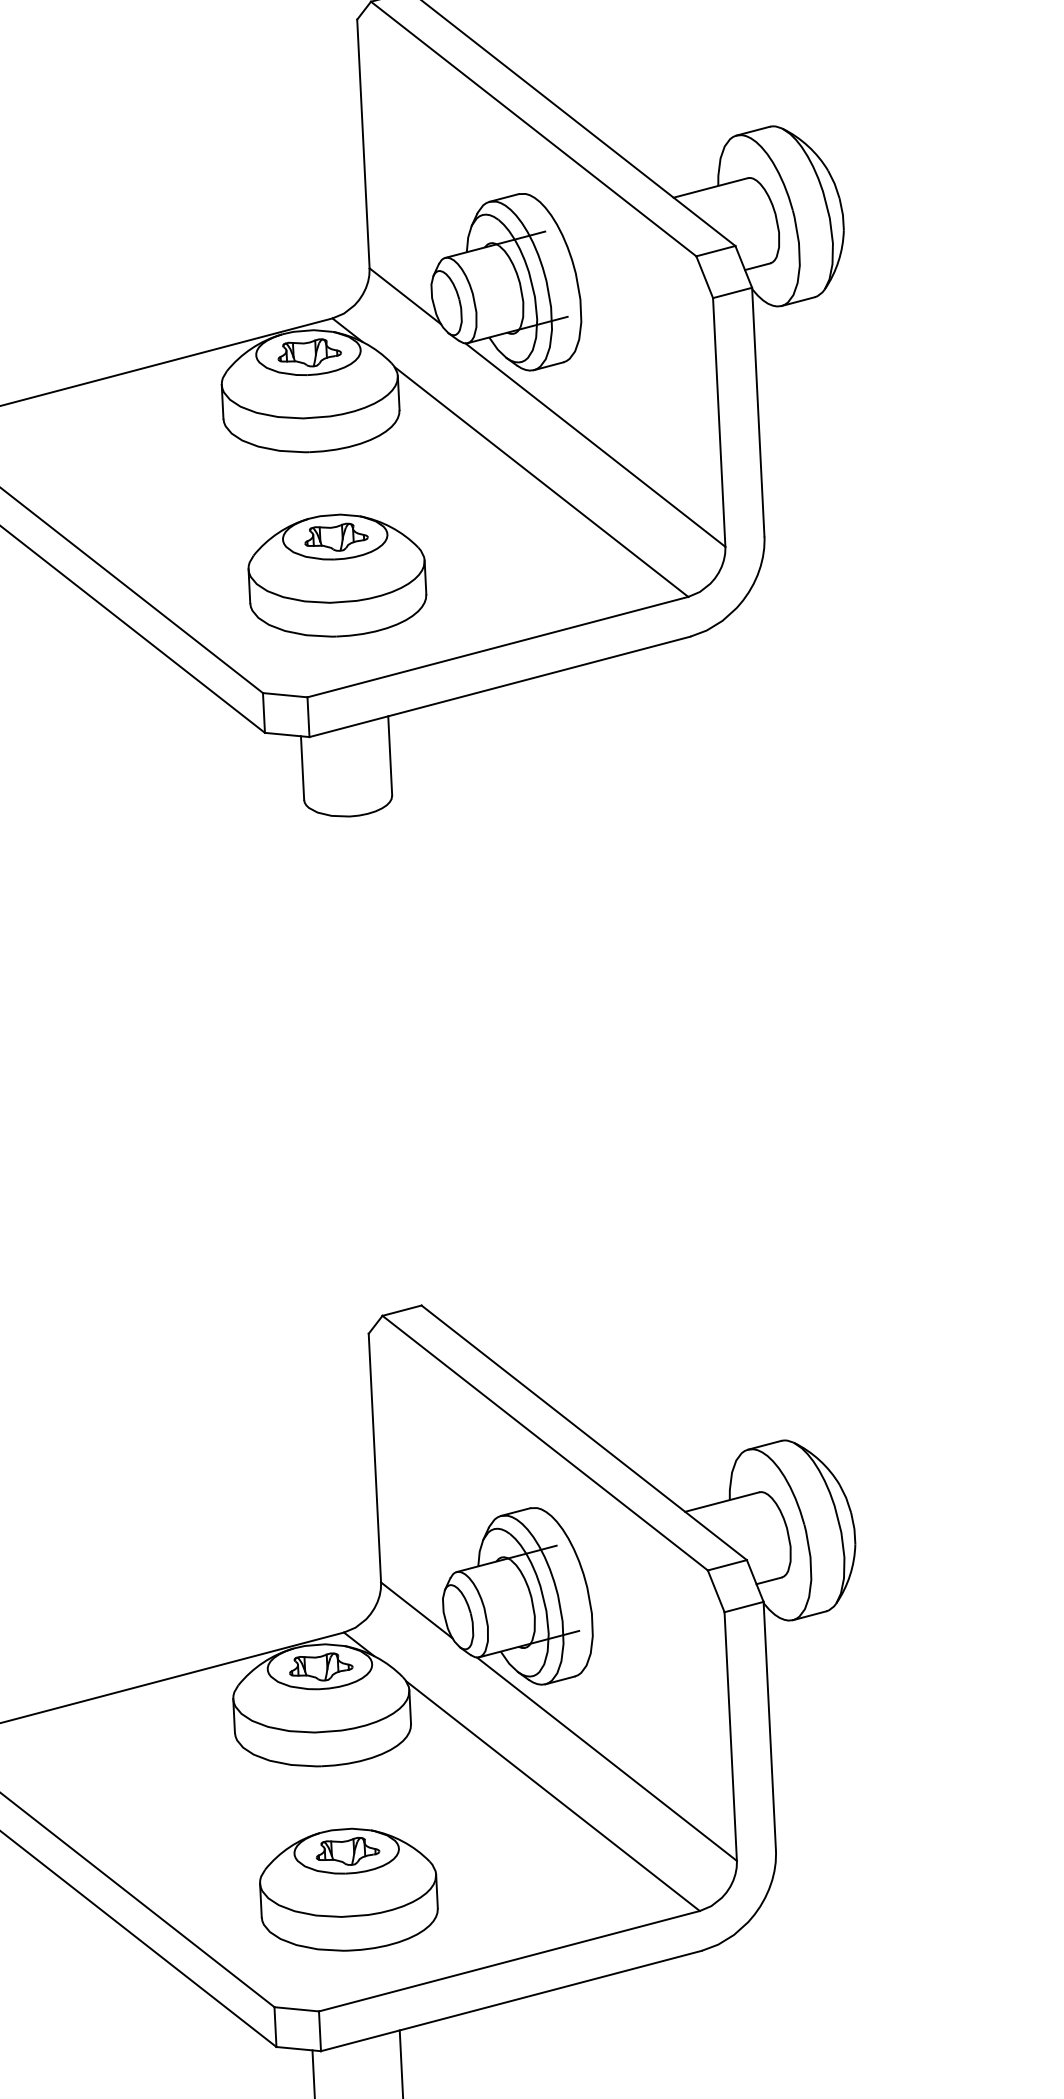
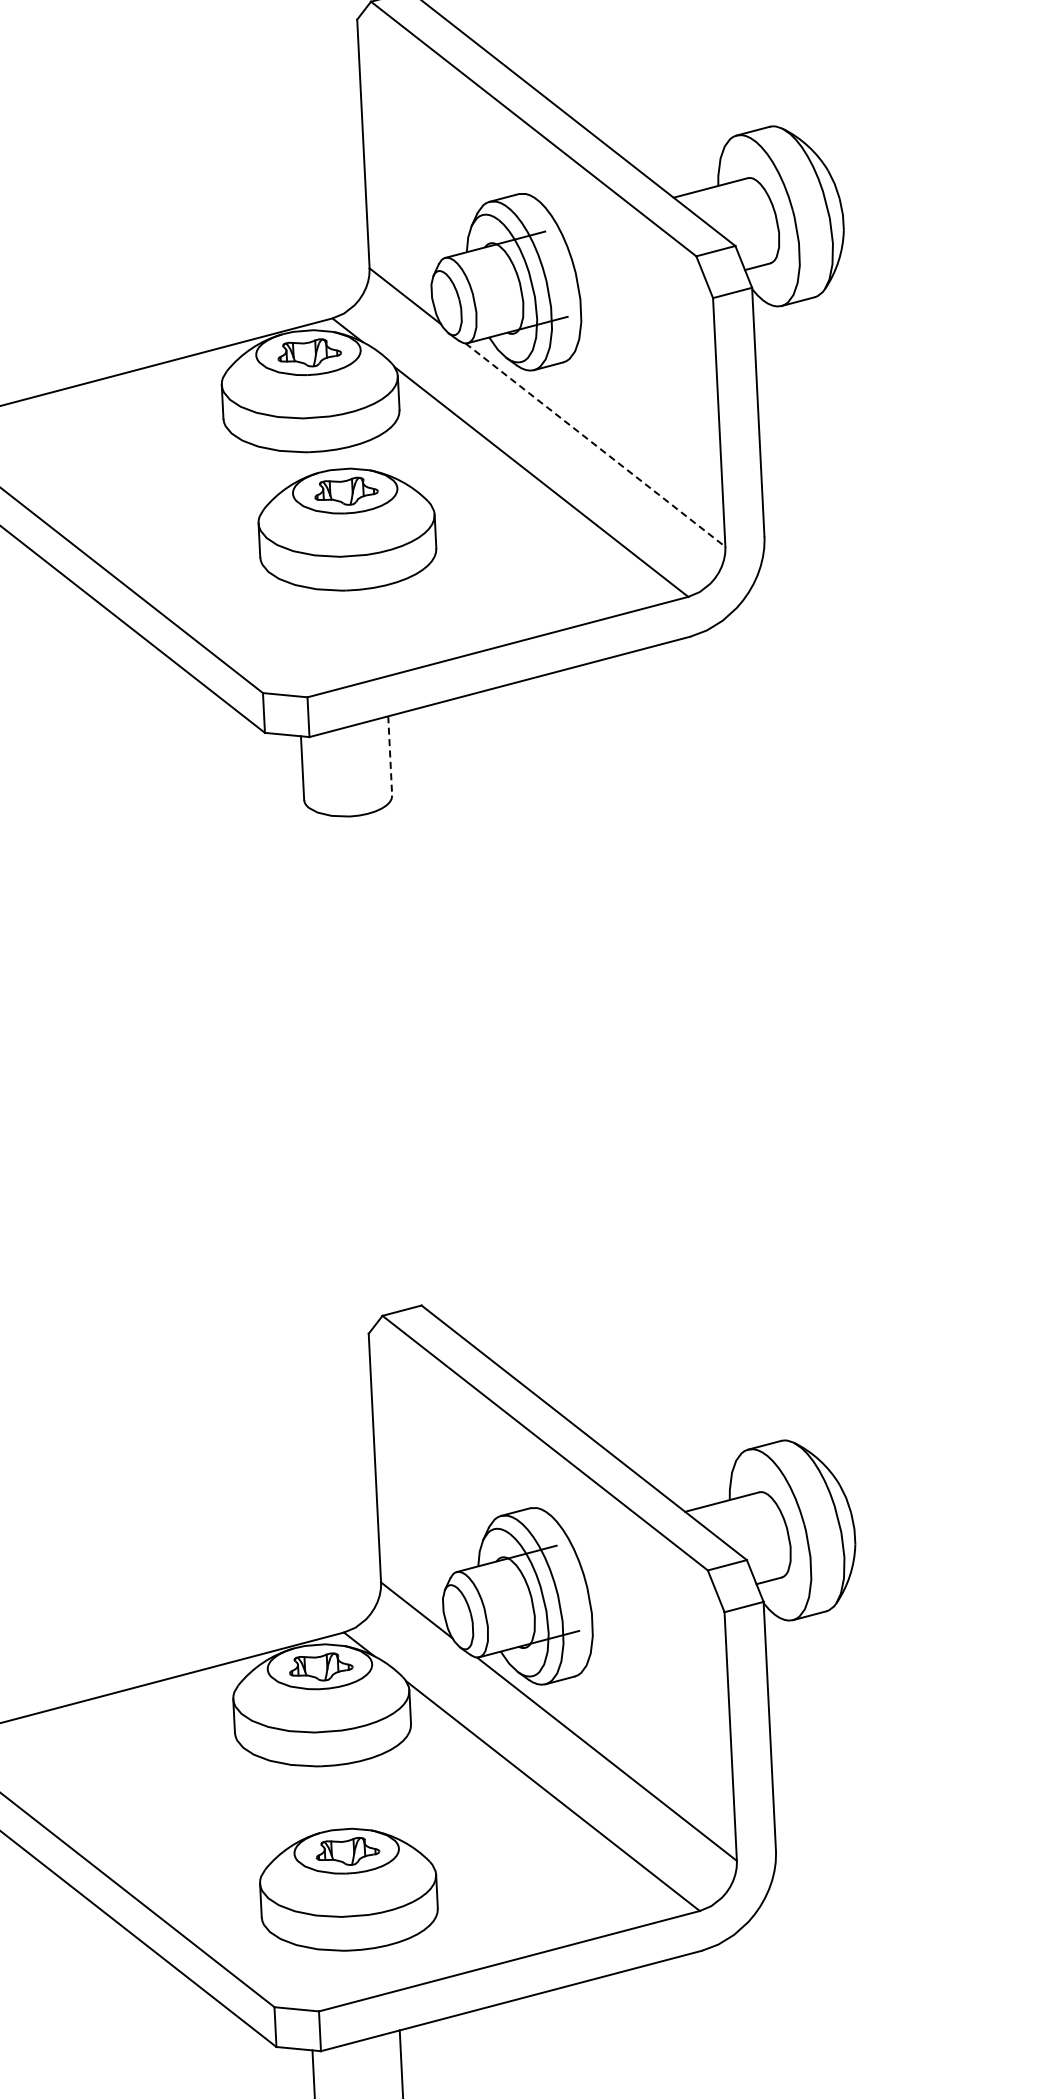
line at (595, 445): solid -> dashed
part at (337, 575) position: (337, 575) -> (347, 529)
line at (390, 755): solid -> dashed
